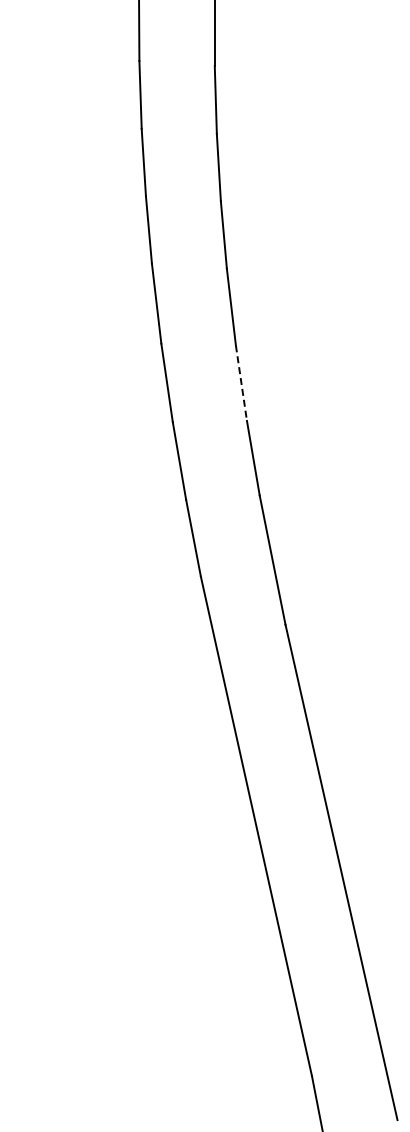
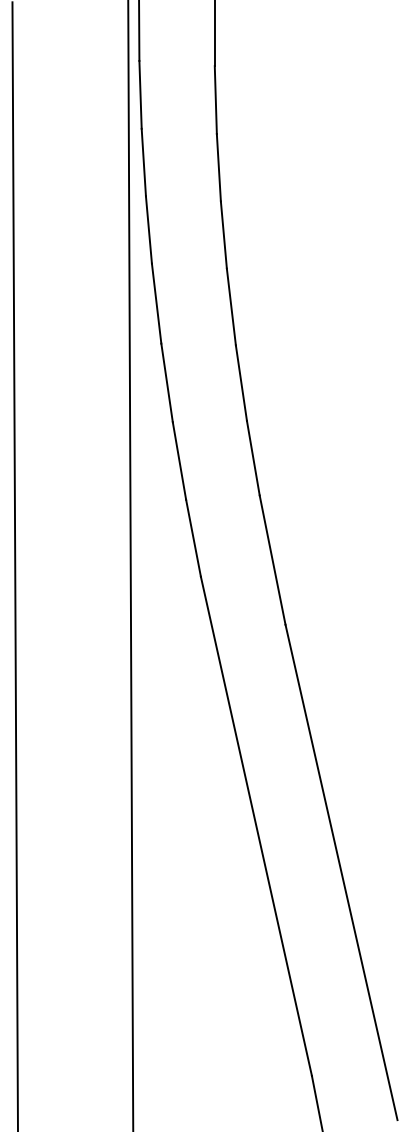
line at (241, 383): dashed -> solid
line at (14, 565): none -> present
line at (130, 565): none -> present
